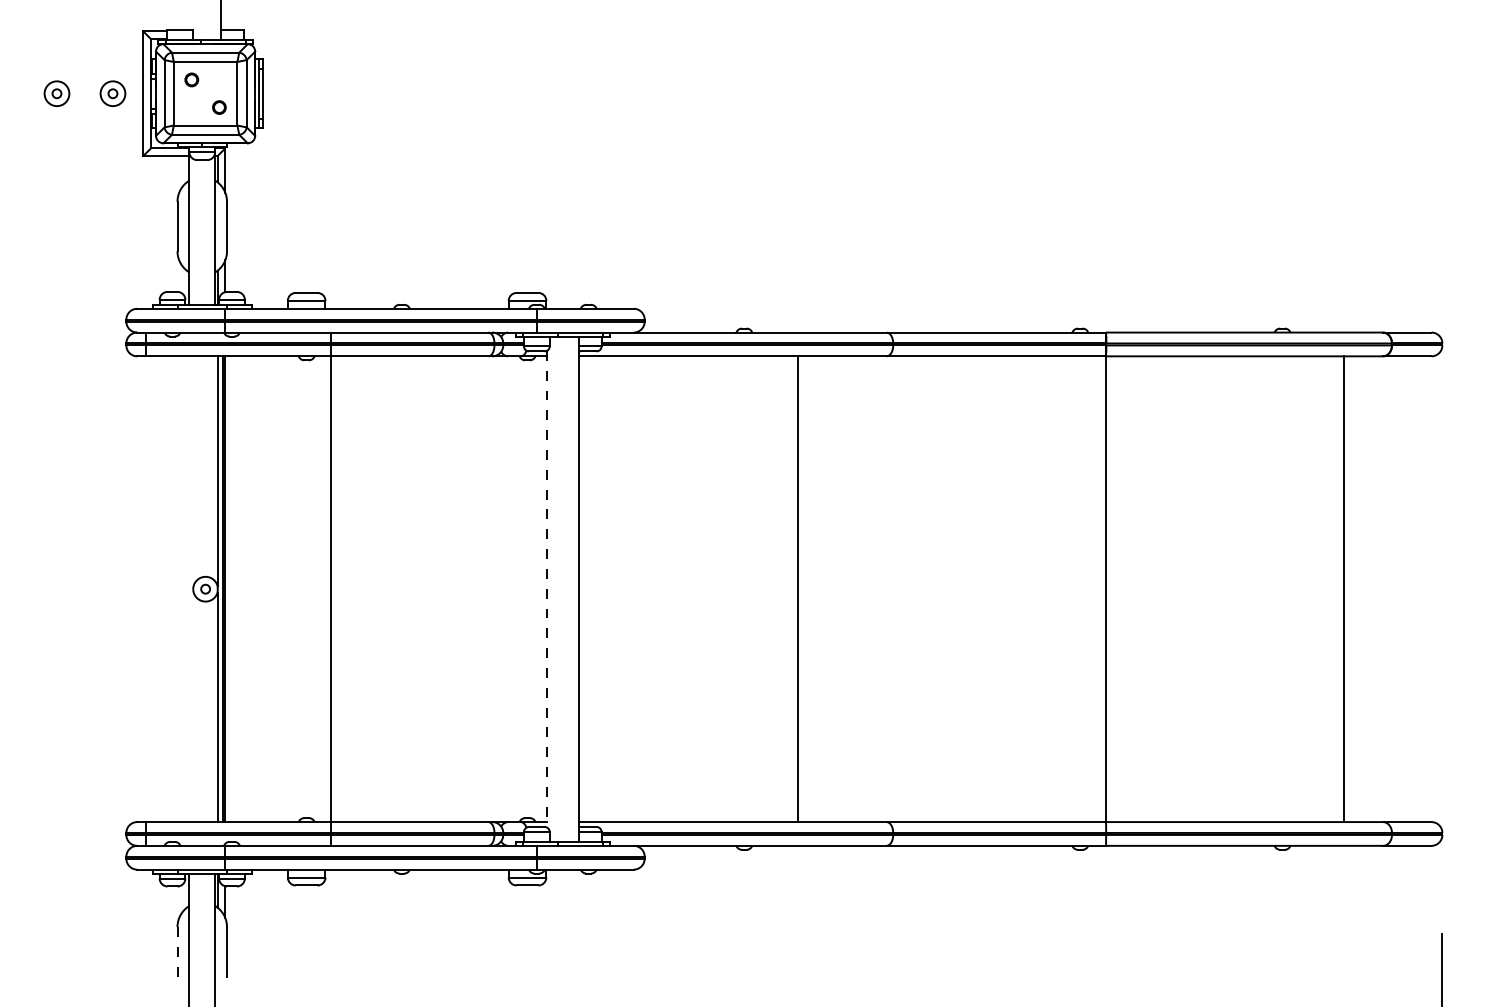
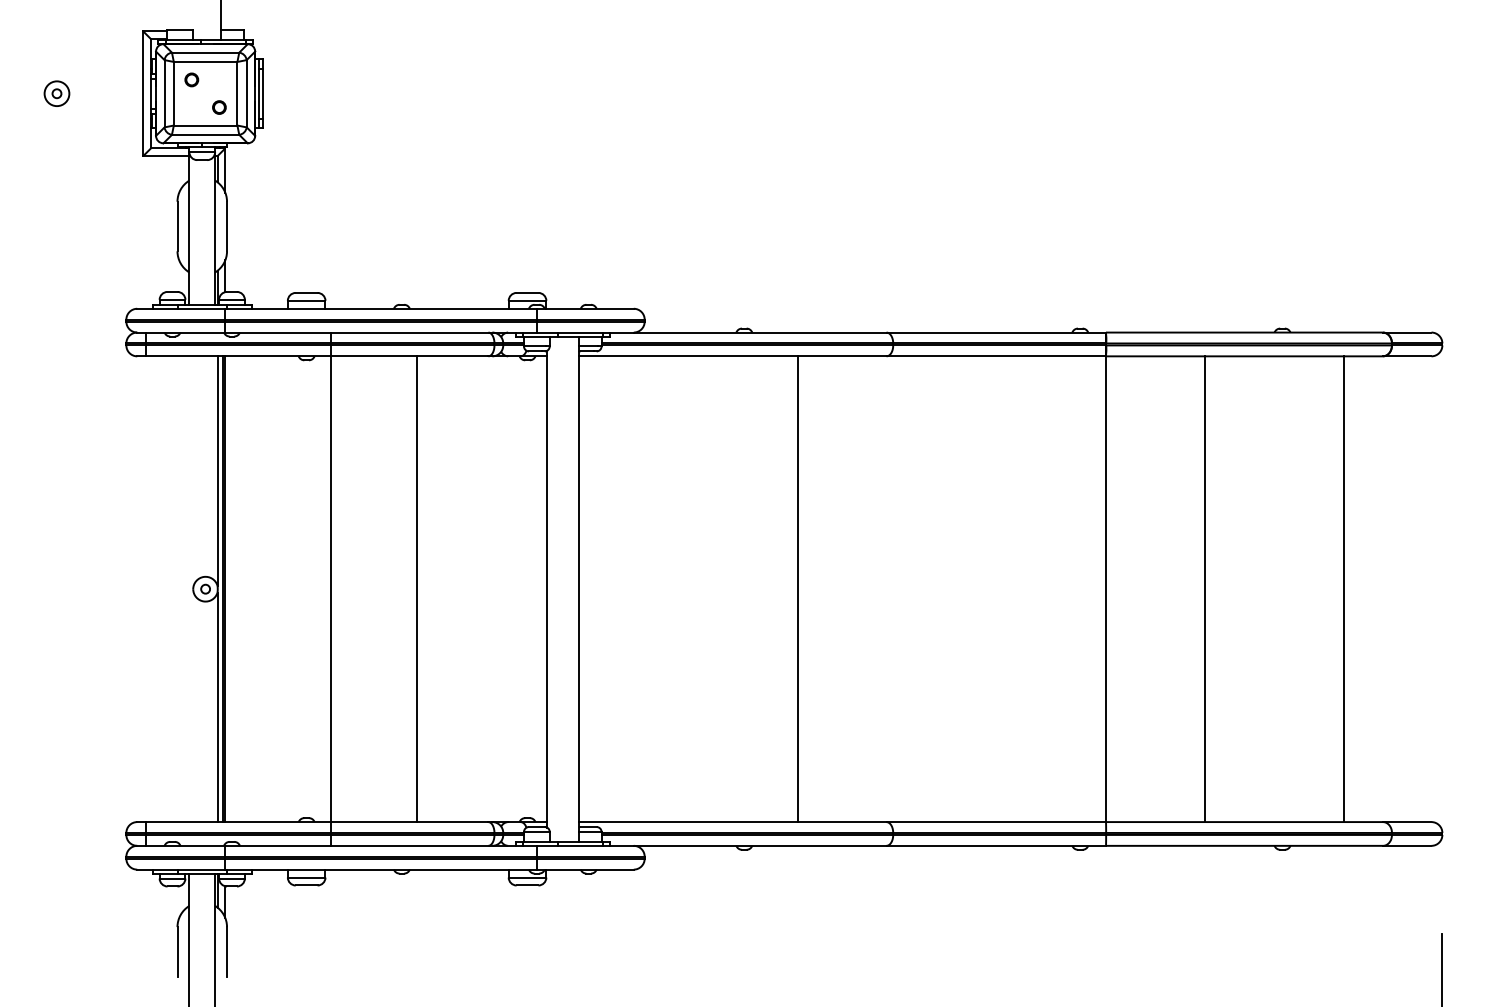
part at (112, 93): present -> none
line at (416, 589): none -> present
line at (546, 589): dashed -> solid
line at (1205, 589): none -> present
line at (177, 951): dashed -> solid
